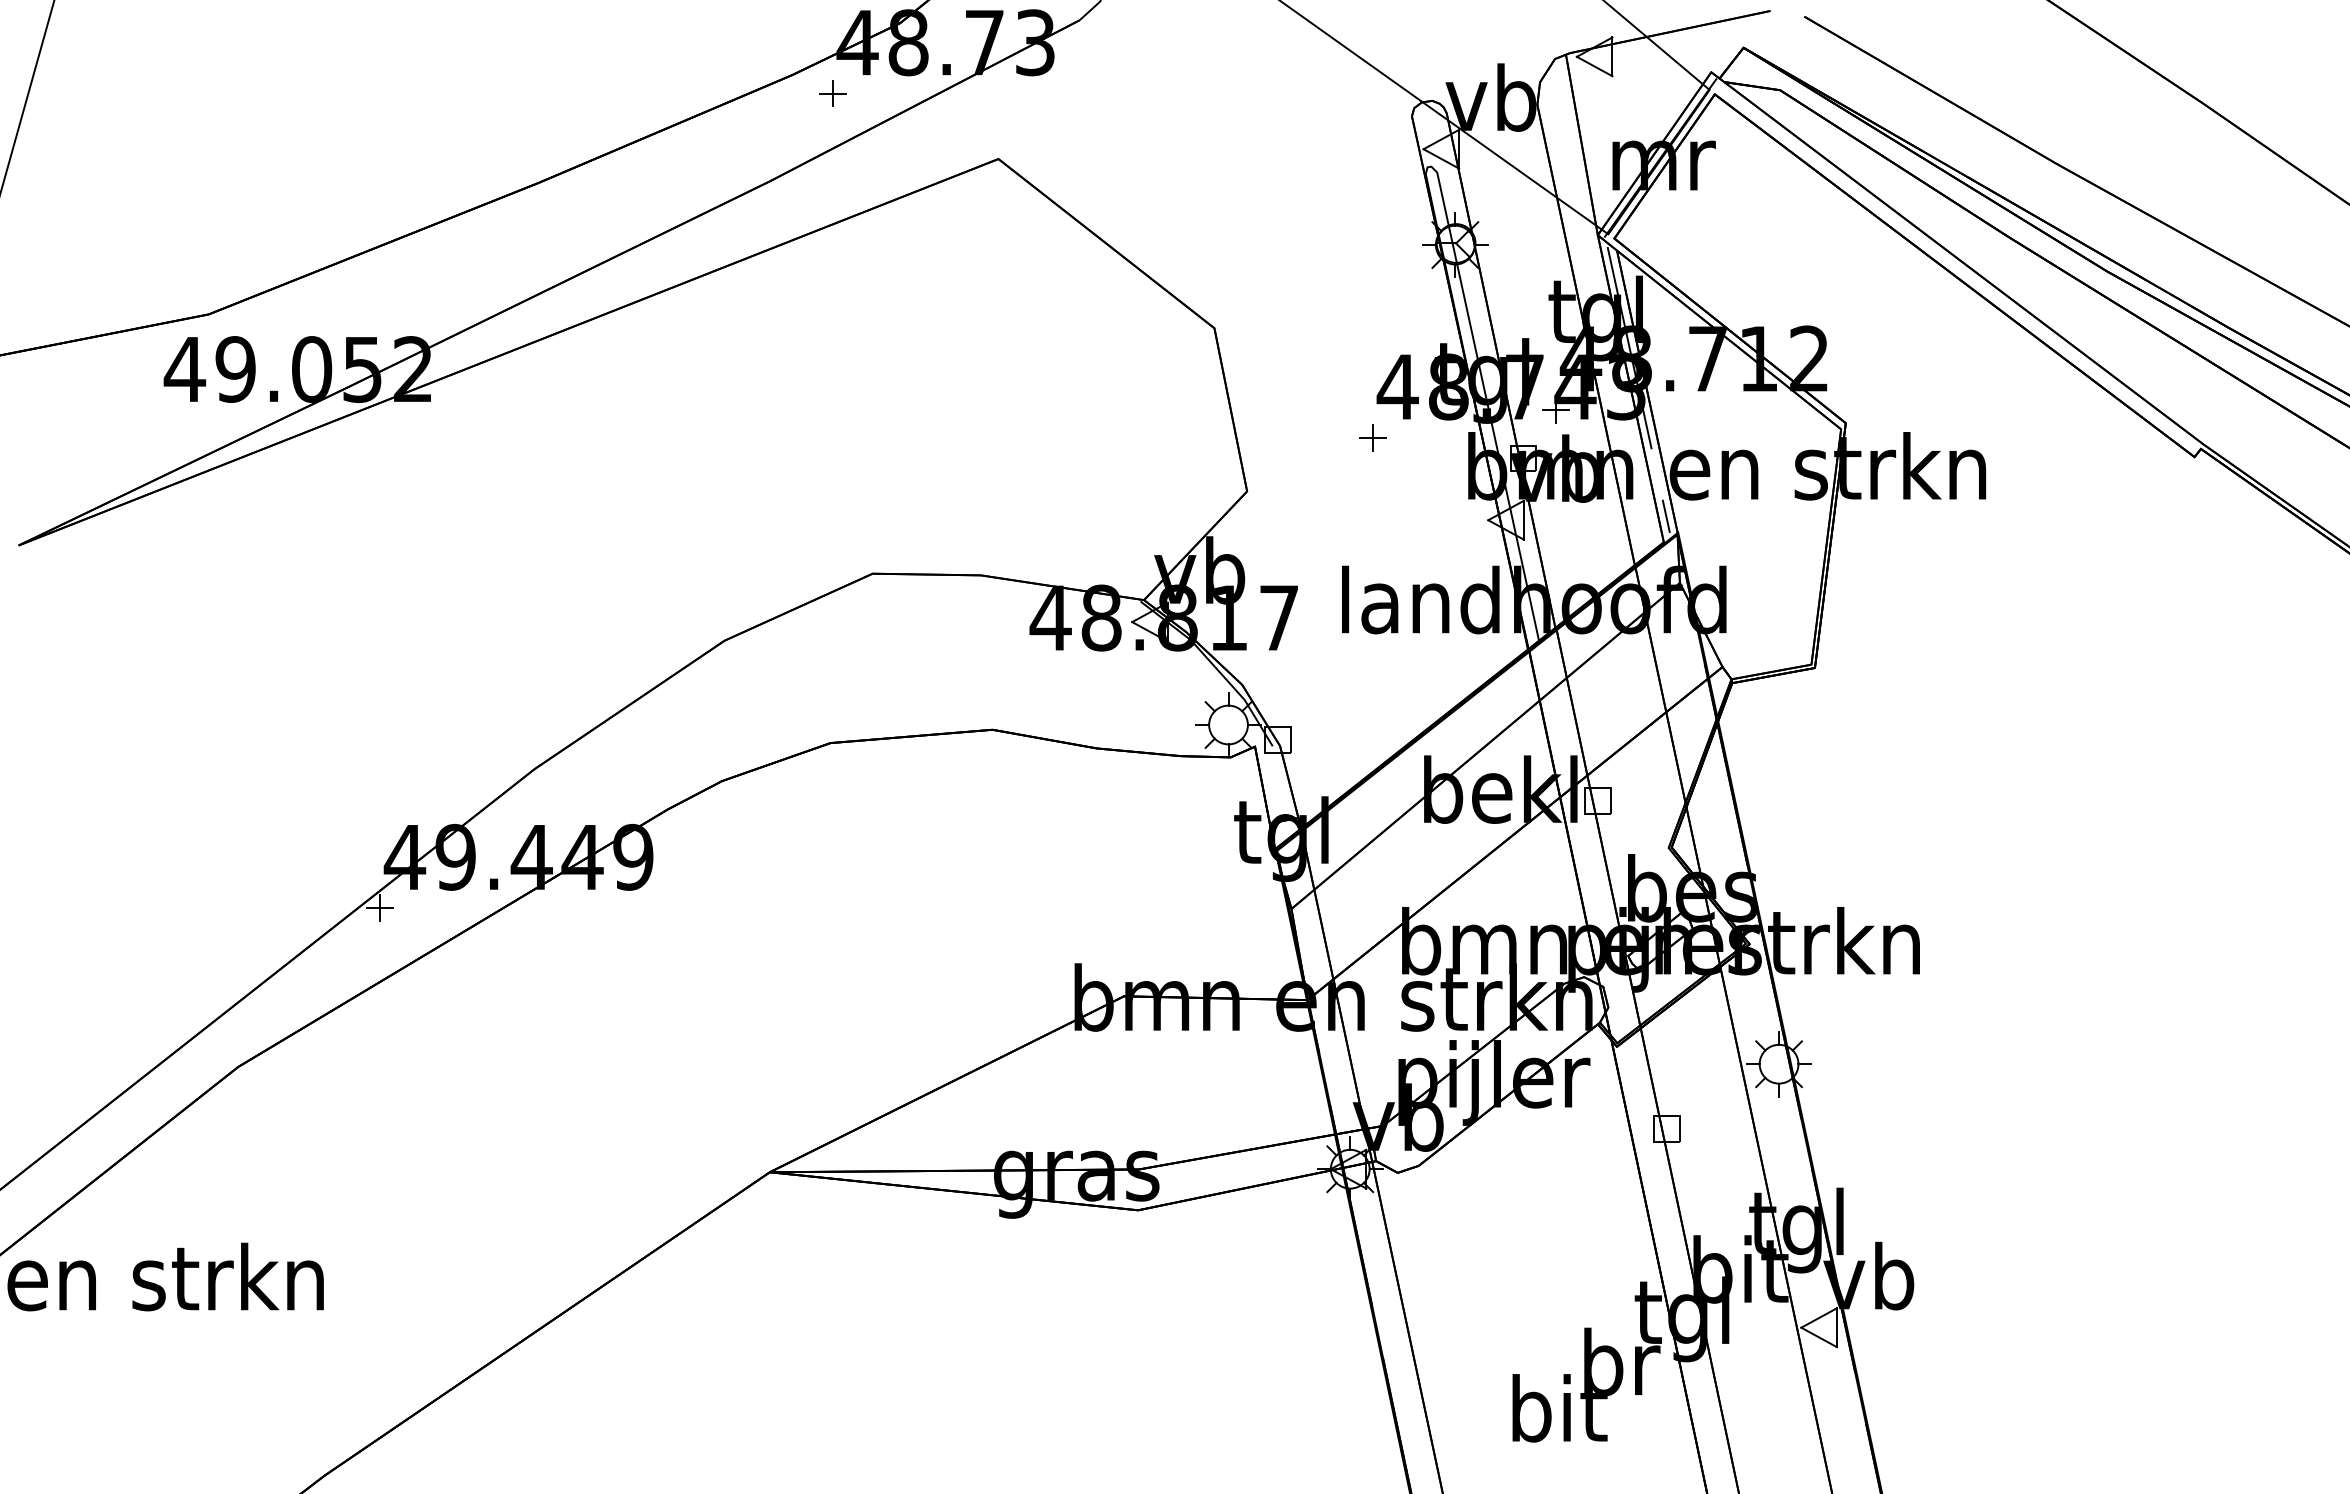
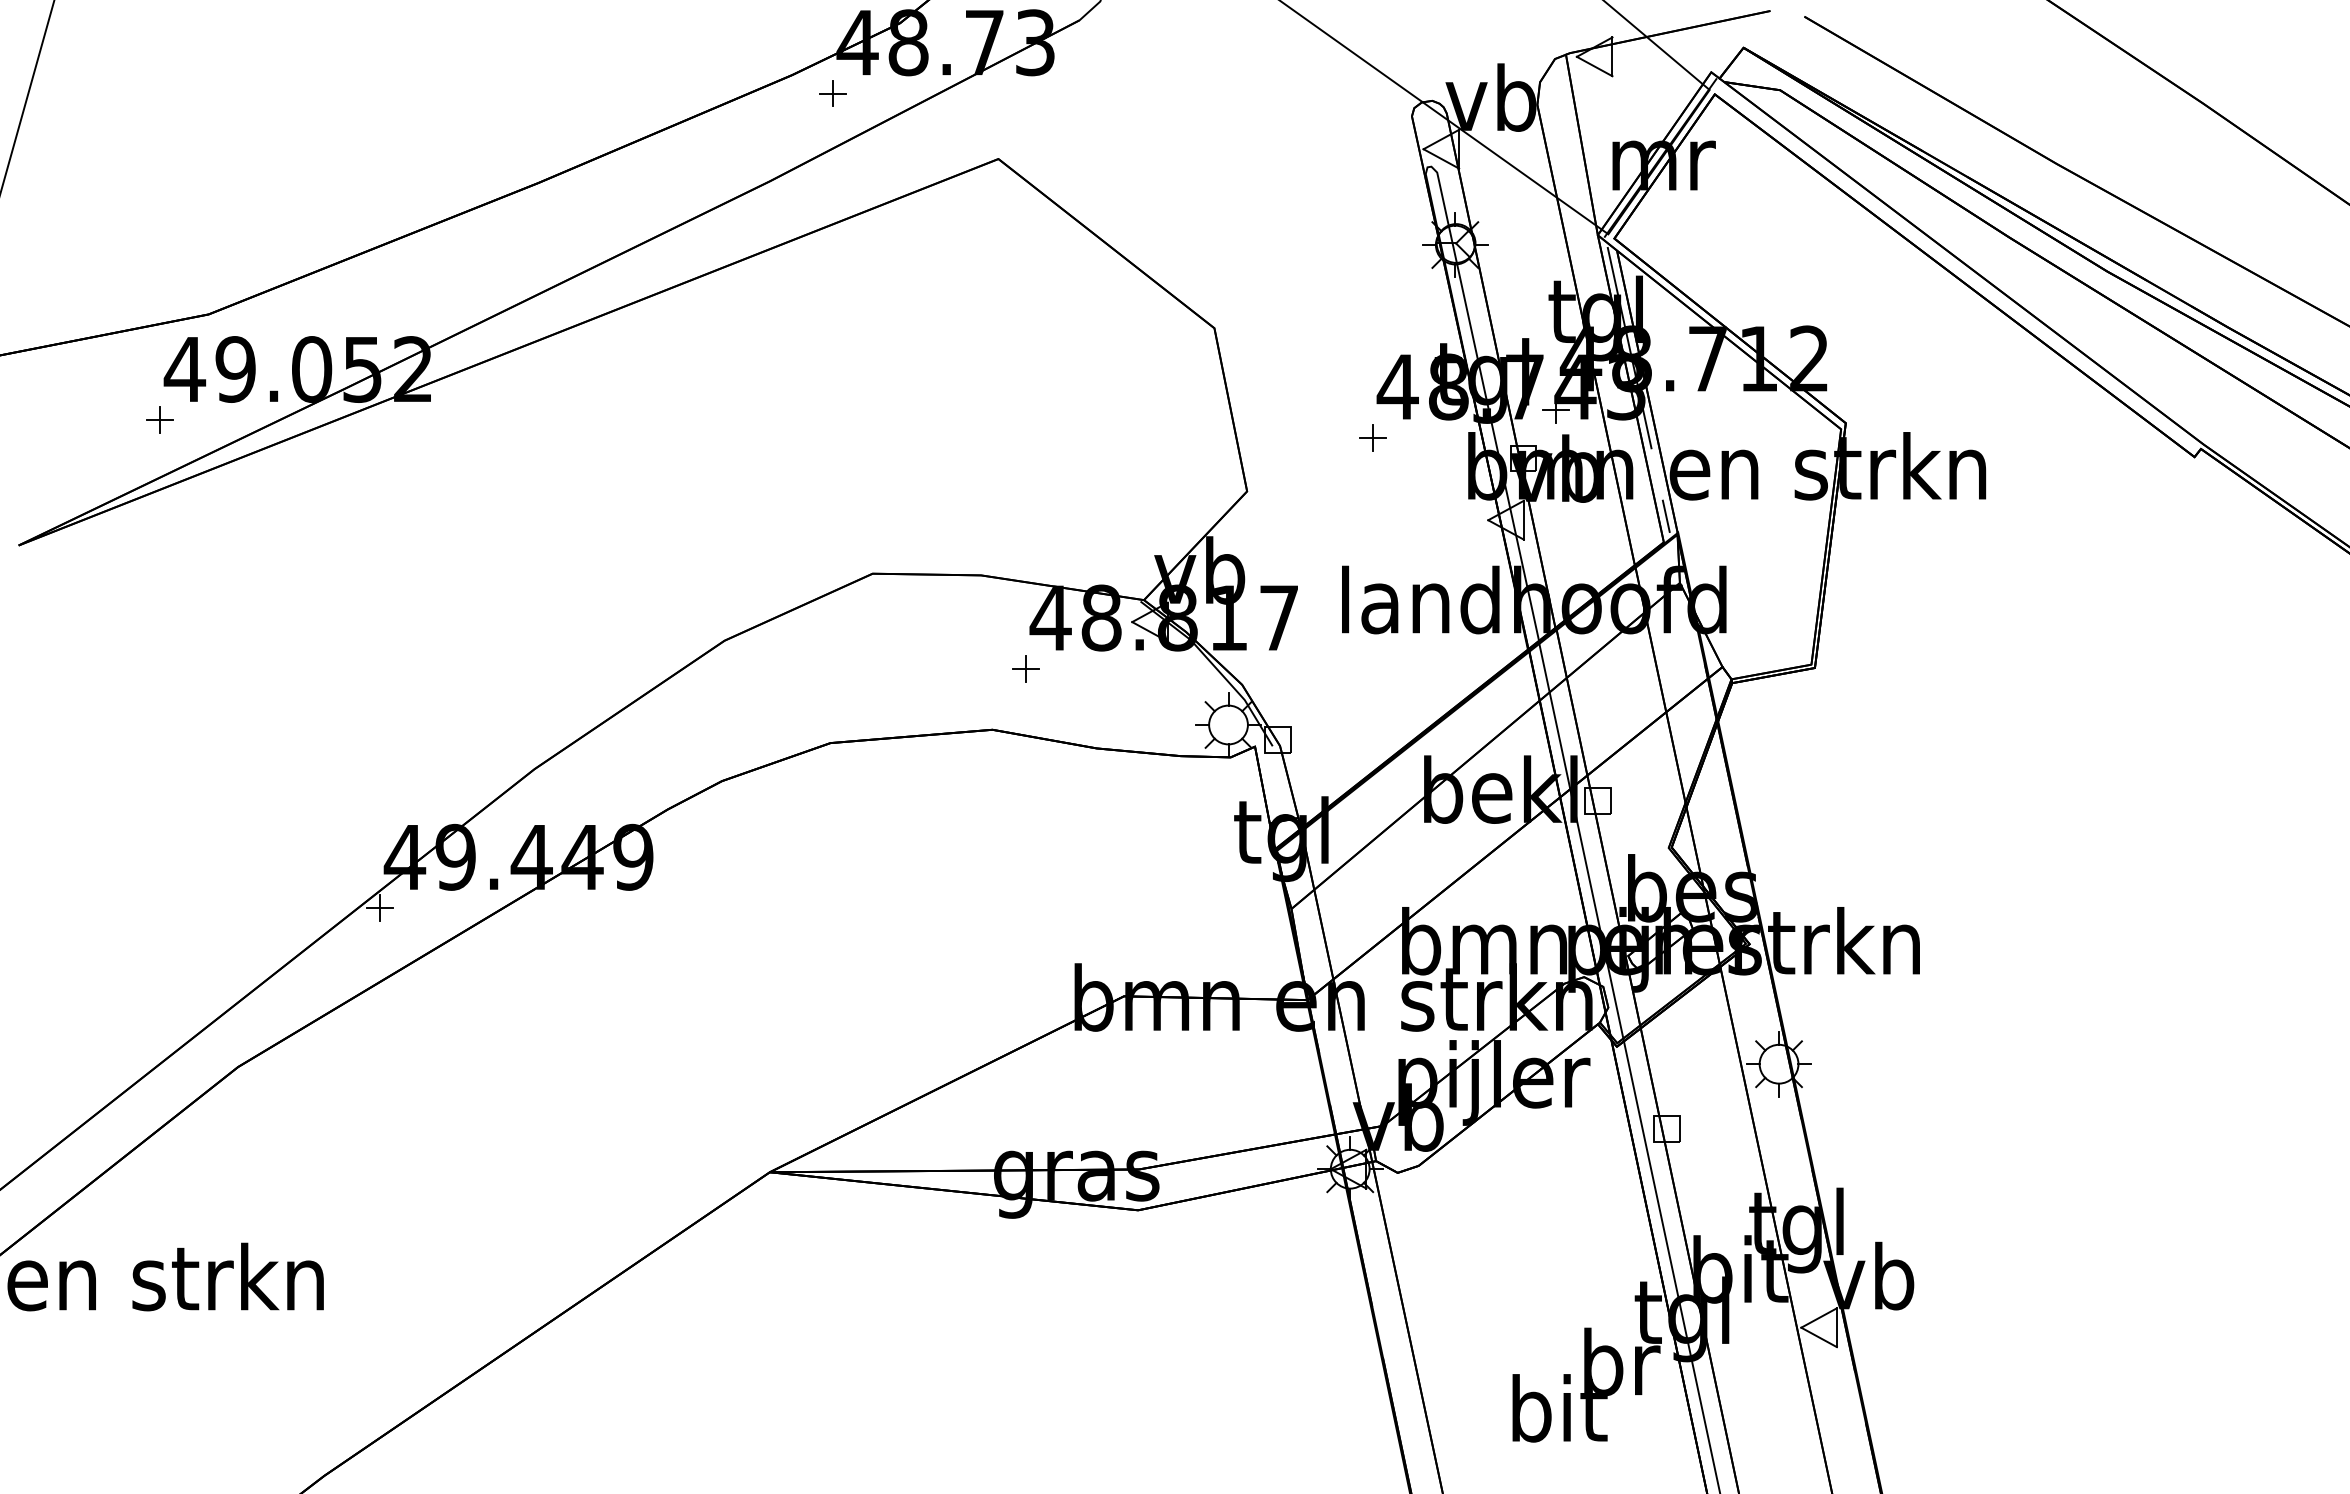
part at (159, 419): none -> present
part at (1025, 668): none -> present
line at (1629, 1066): none -> present
